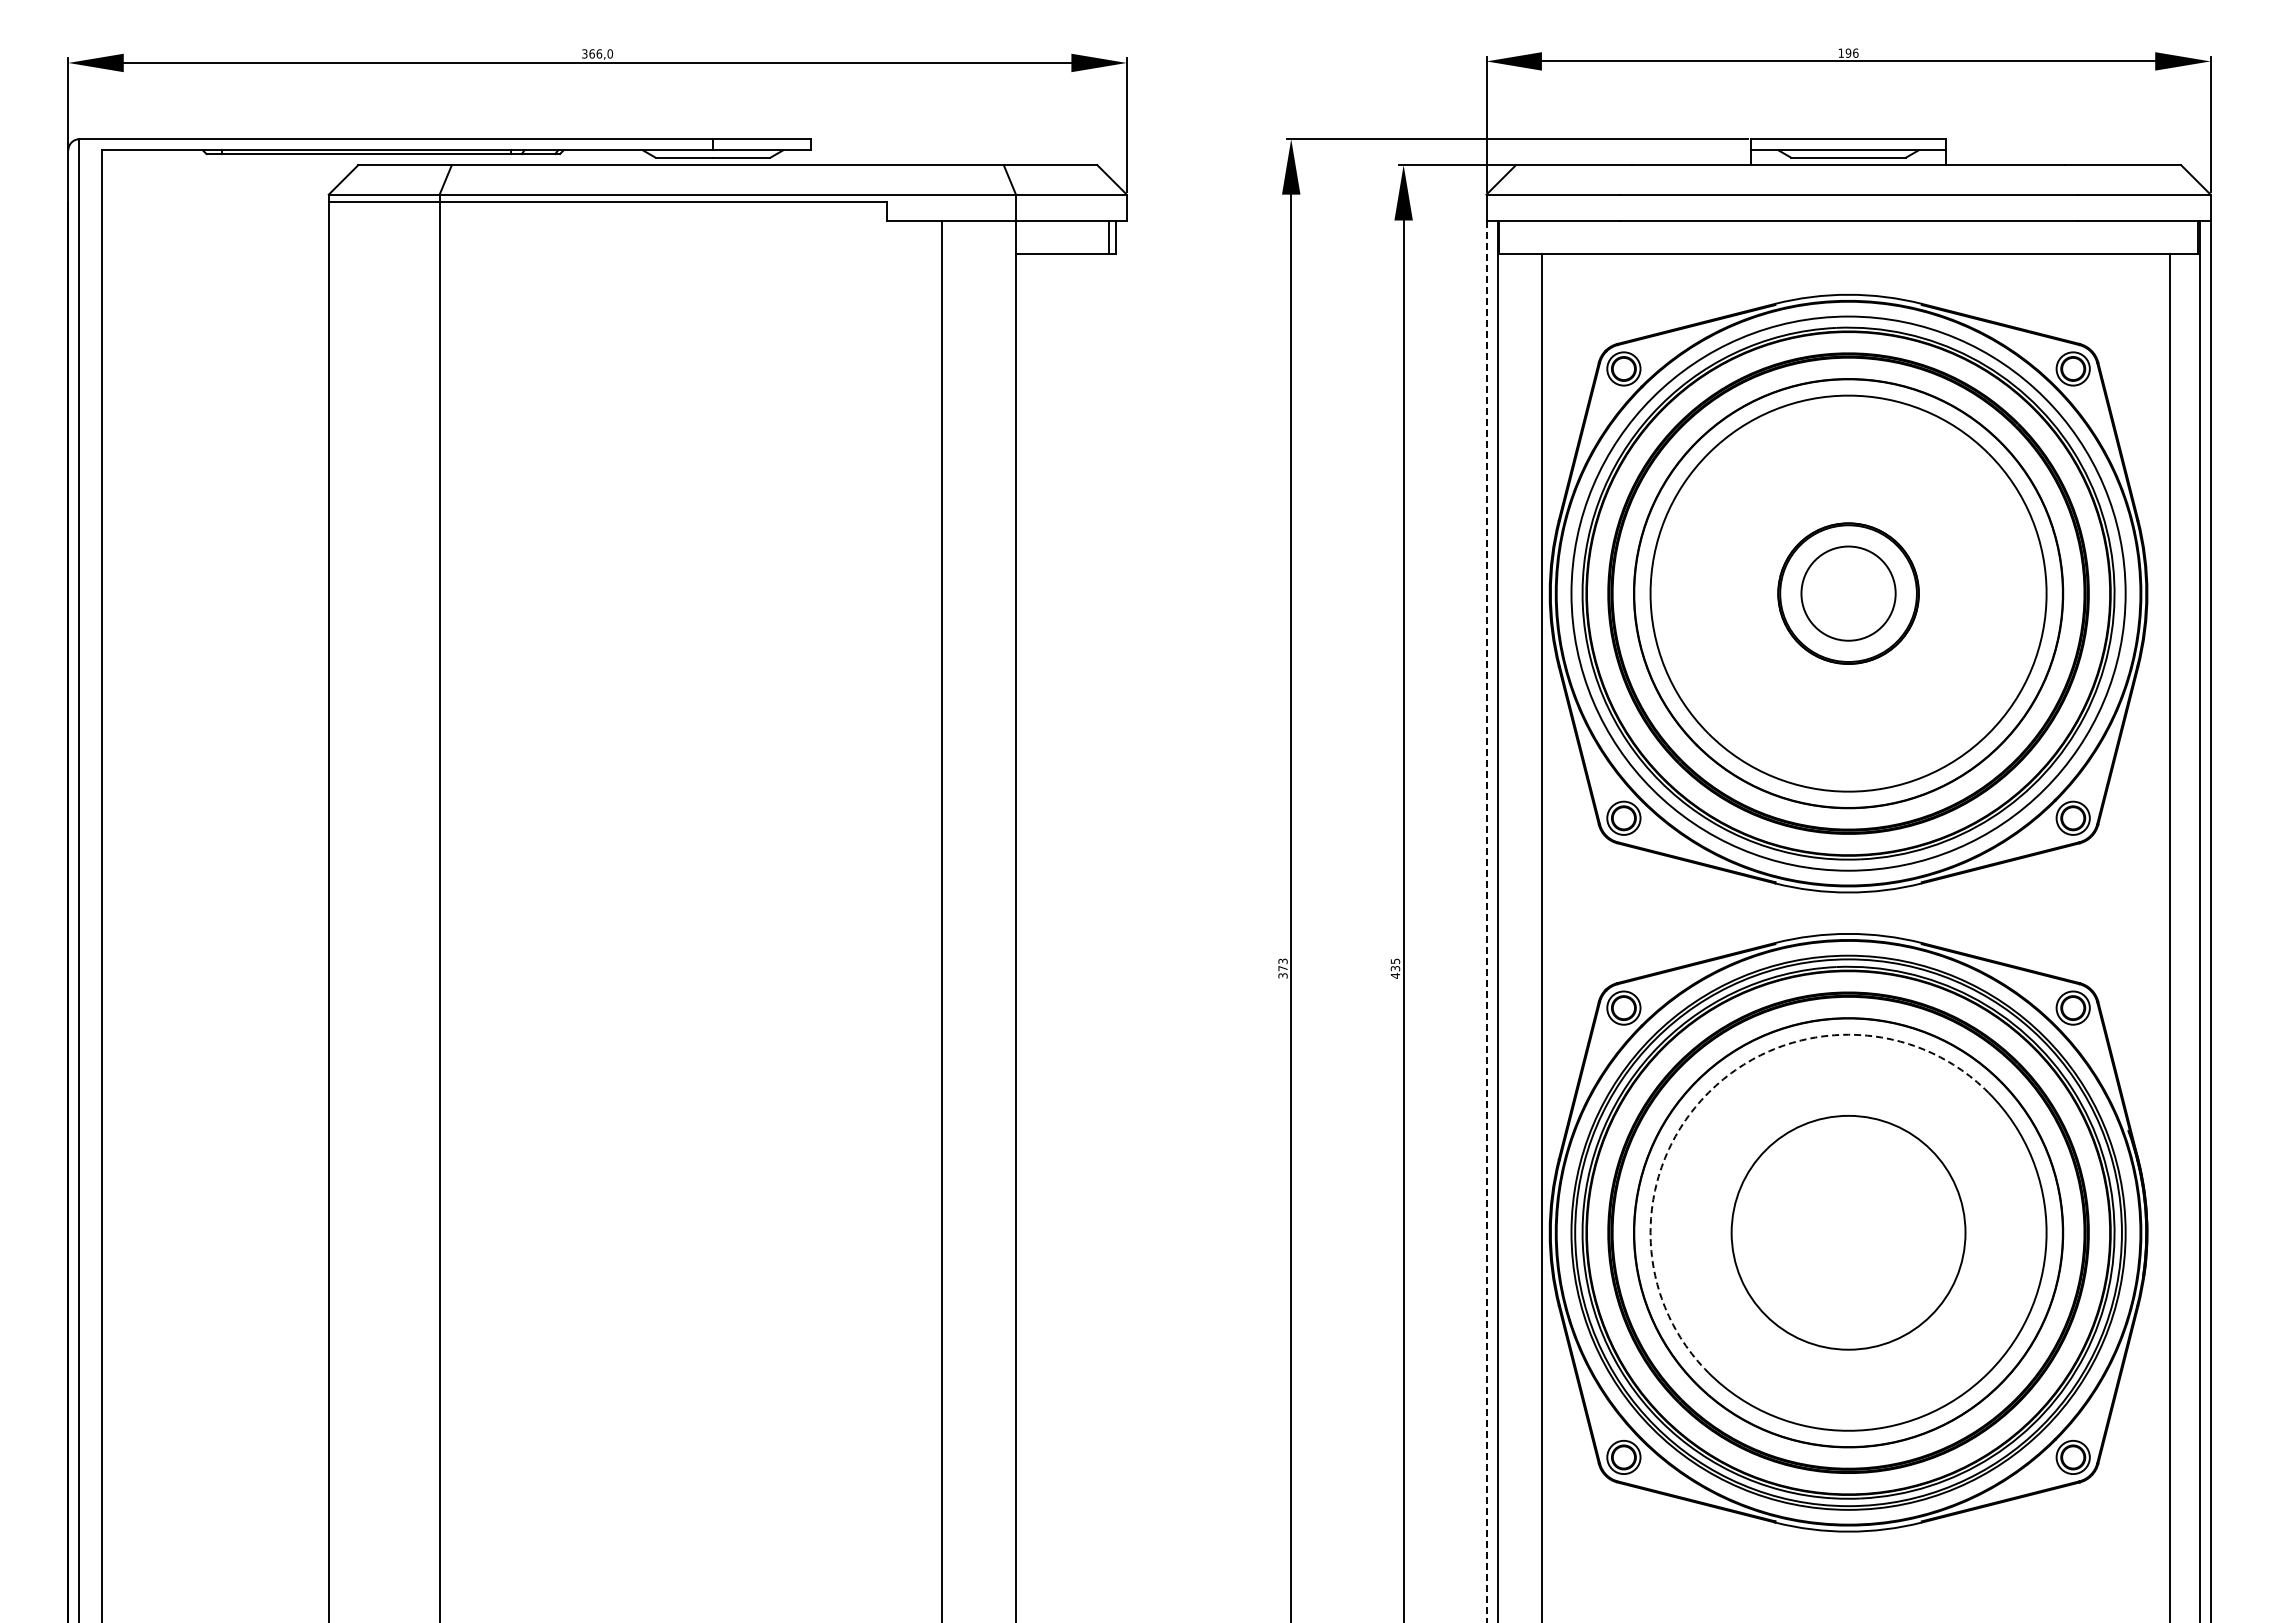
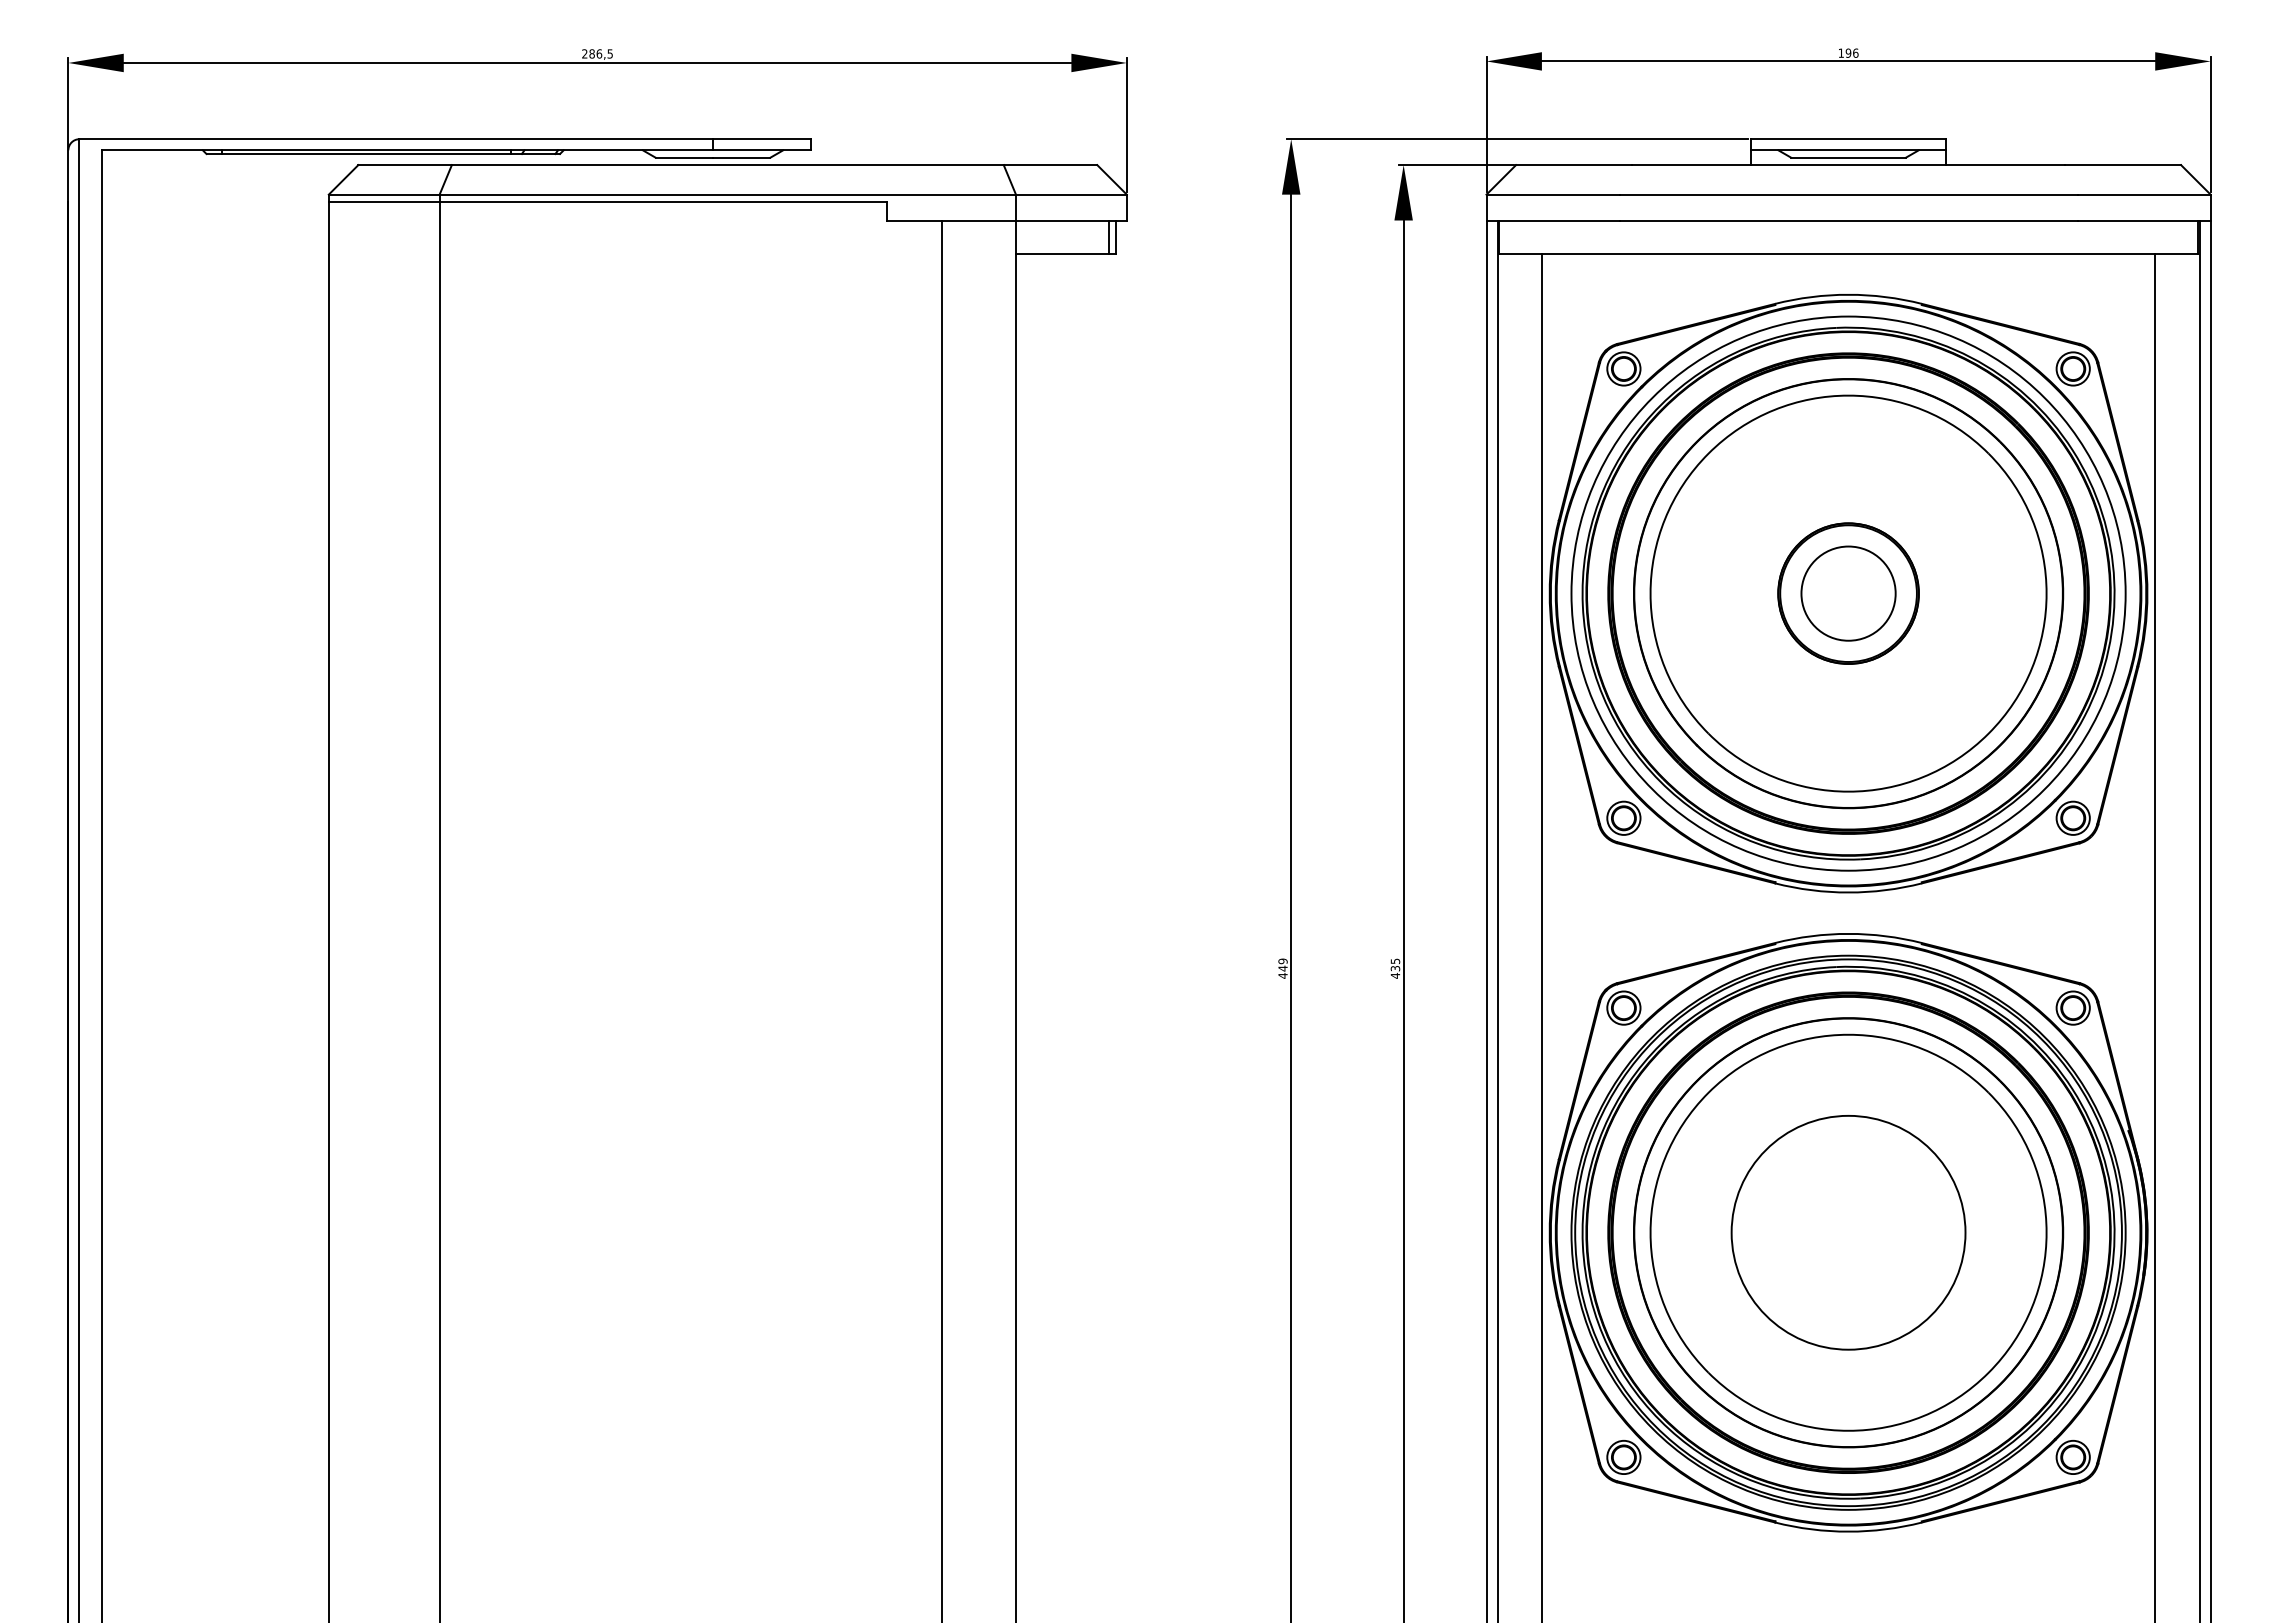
text at (597, 53): 366,0 -> 286,5
line at (1486, 922): dashed -> solid
line at (2170, 936) position: (2170, 936) -> (2155, 936)
text at (1282, 968): 373 -> 449
arc at (1708, 1092): dashed -> solid
